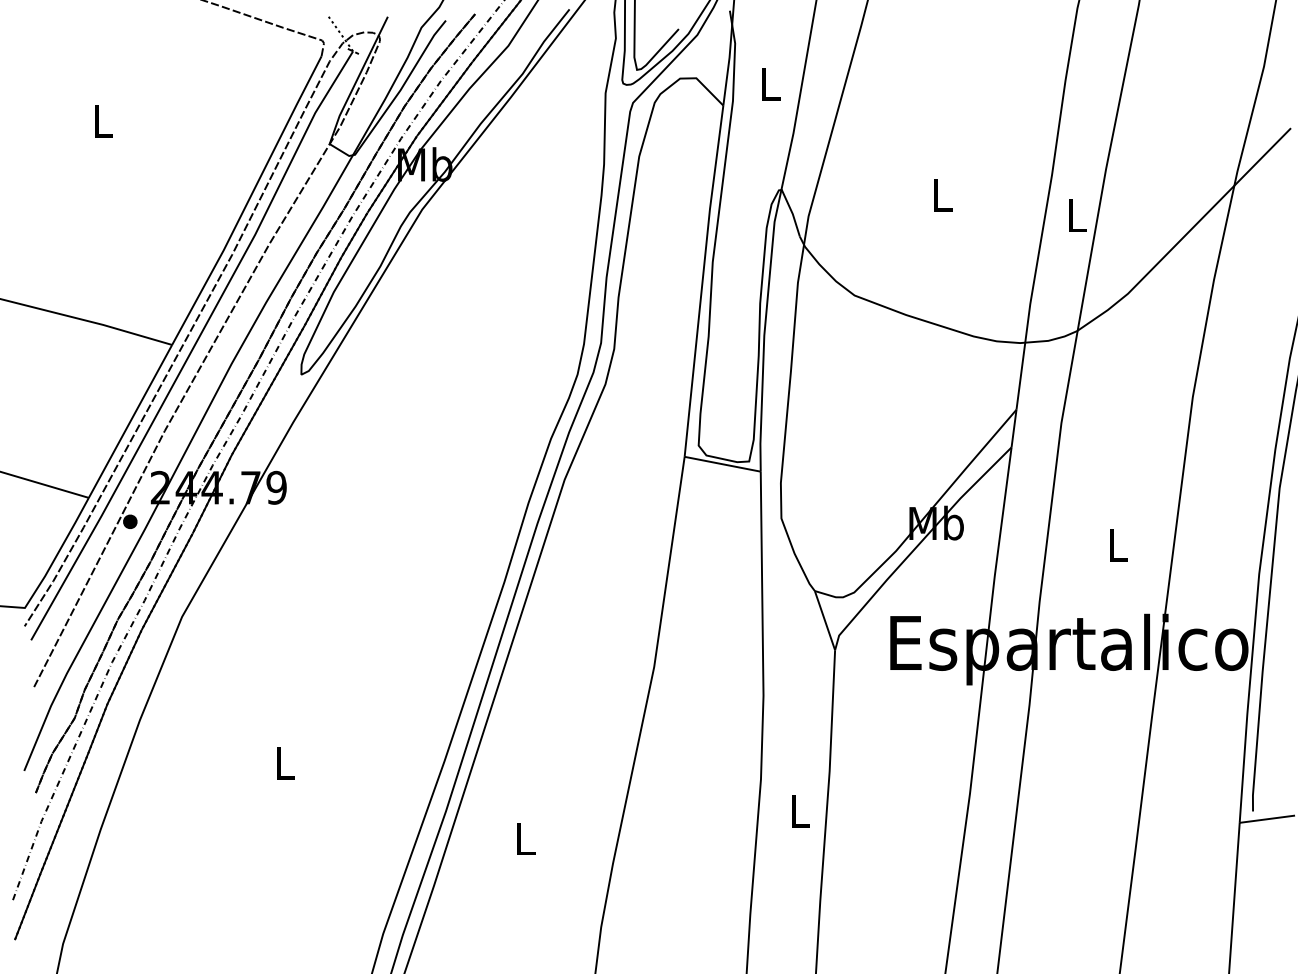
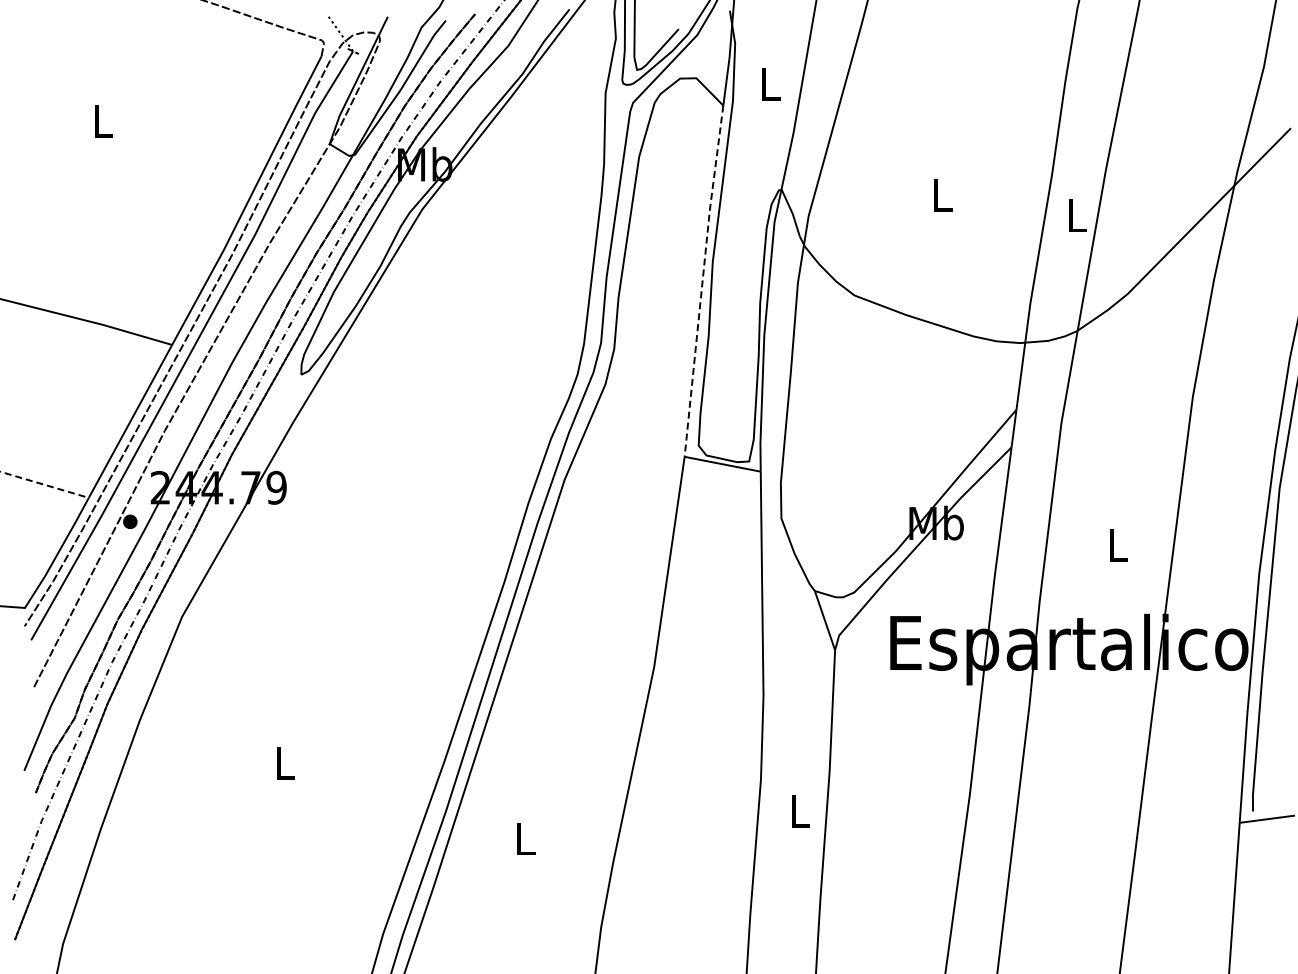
line at (702, 280): solid -> dashed
line at (45, 484): solid -> dashed
